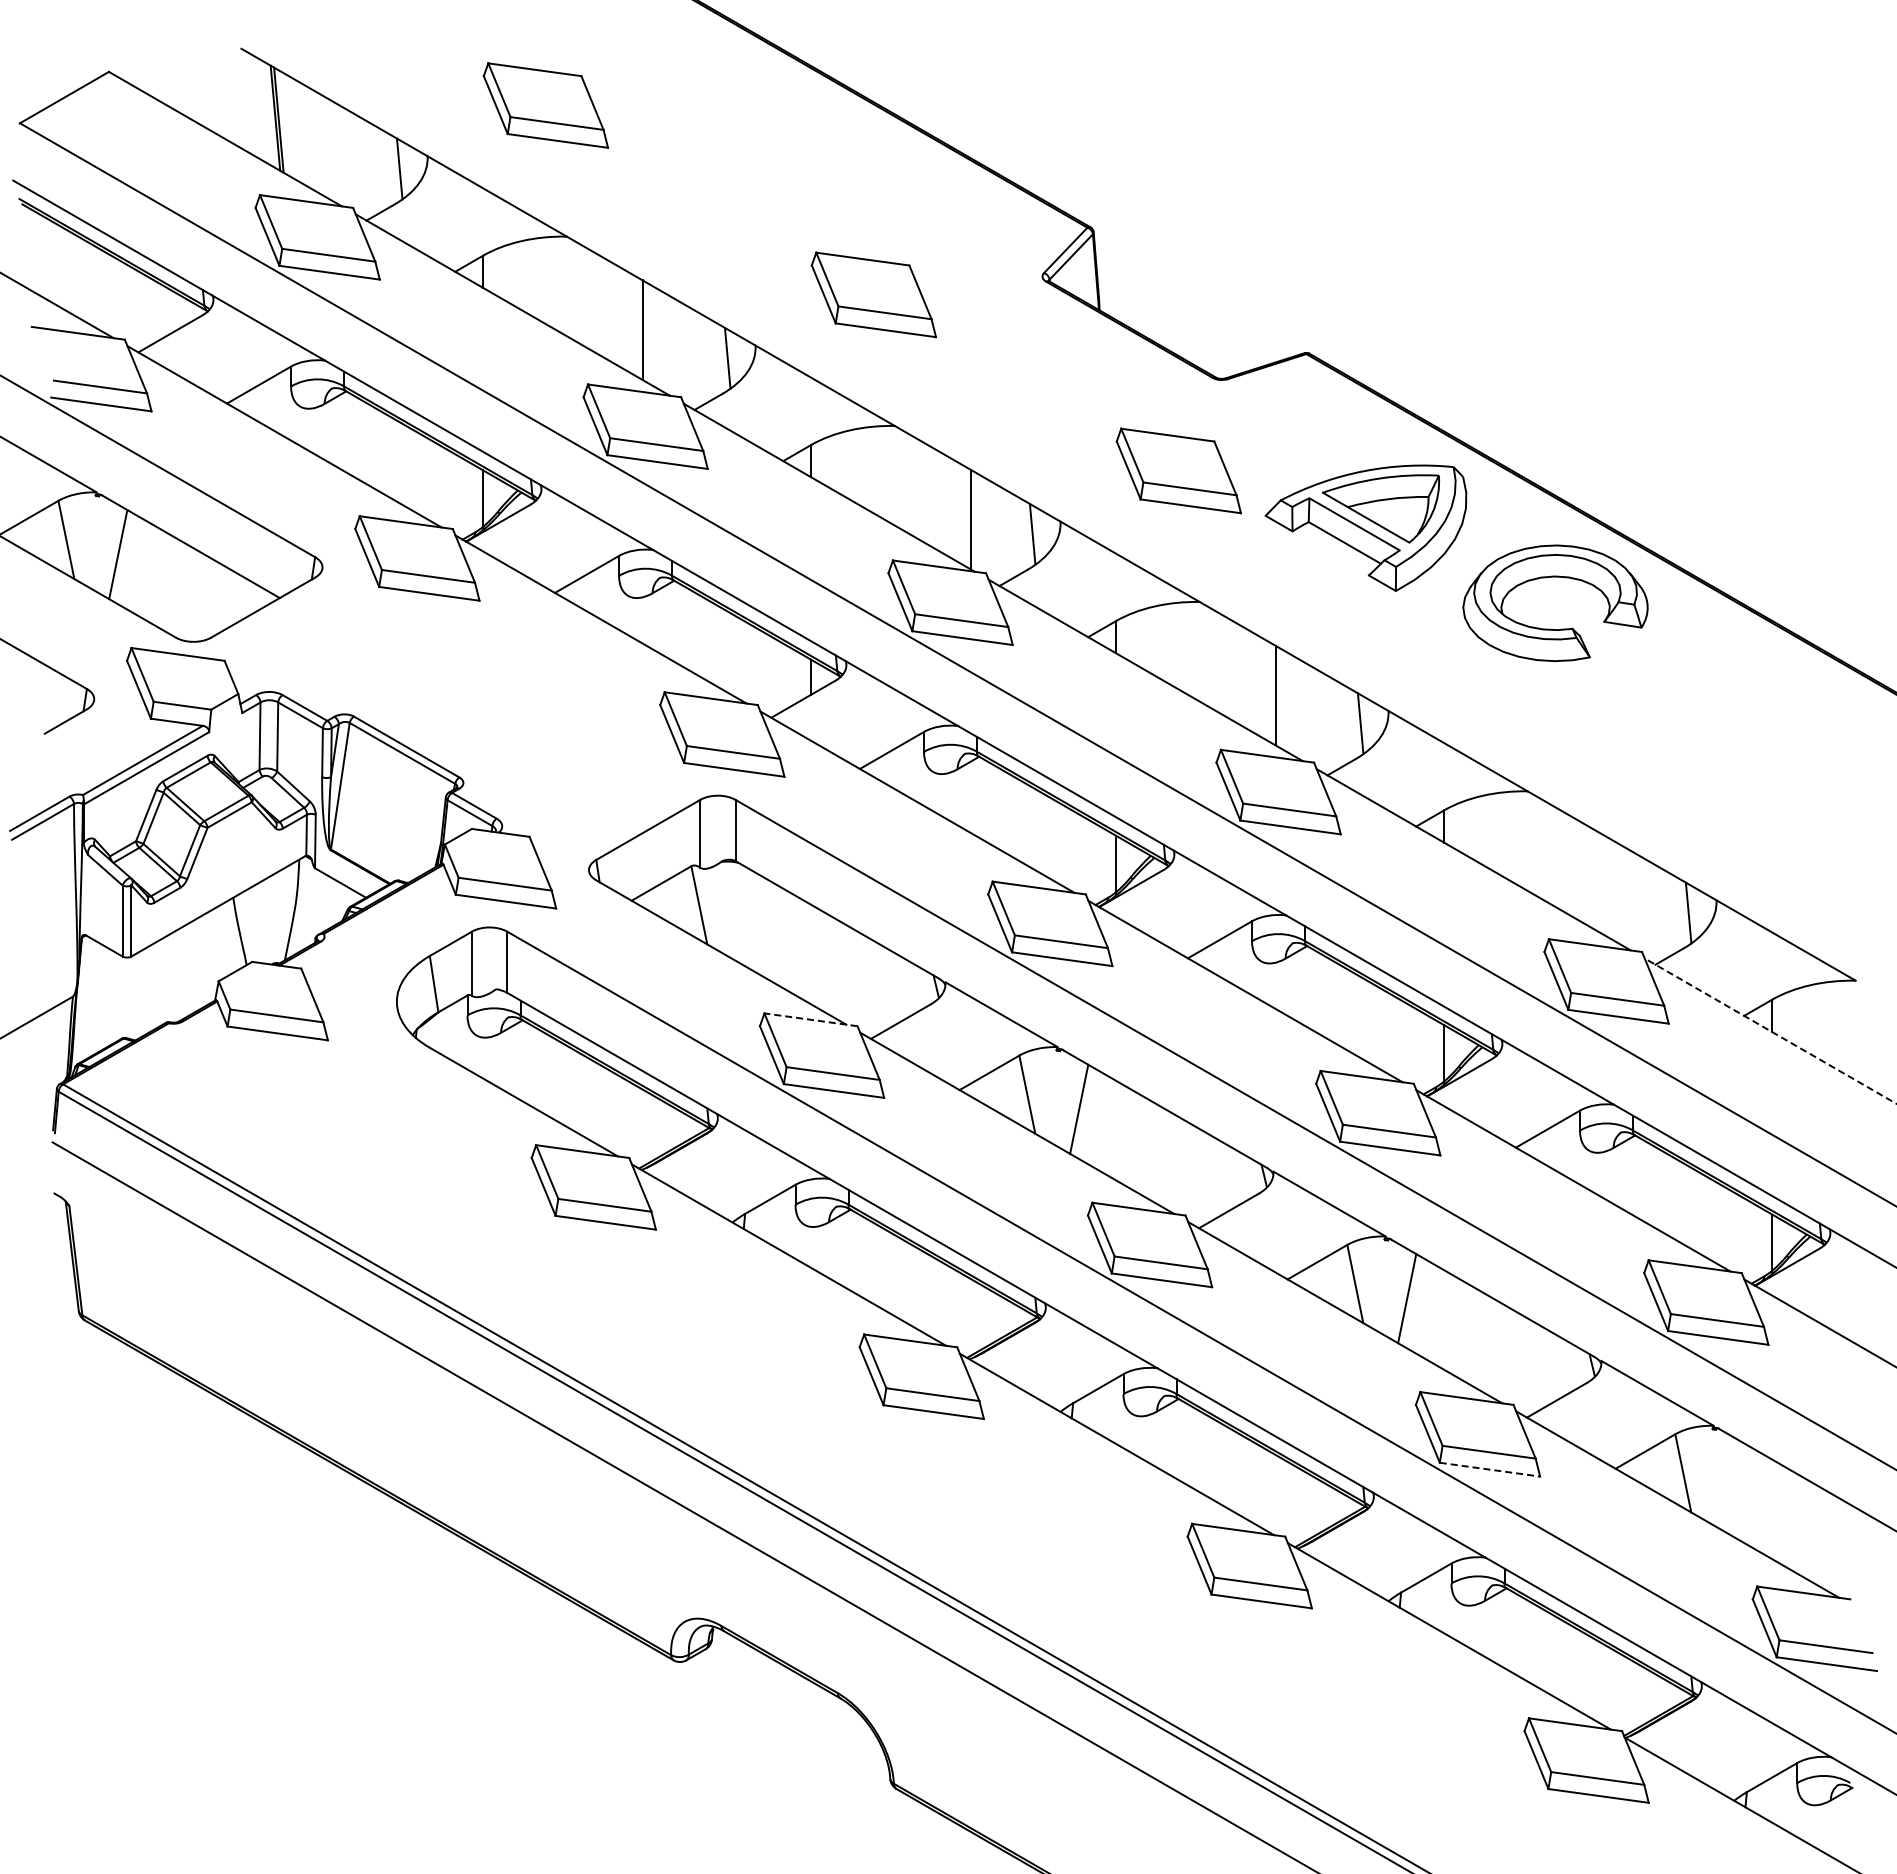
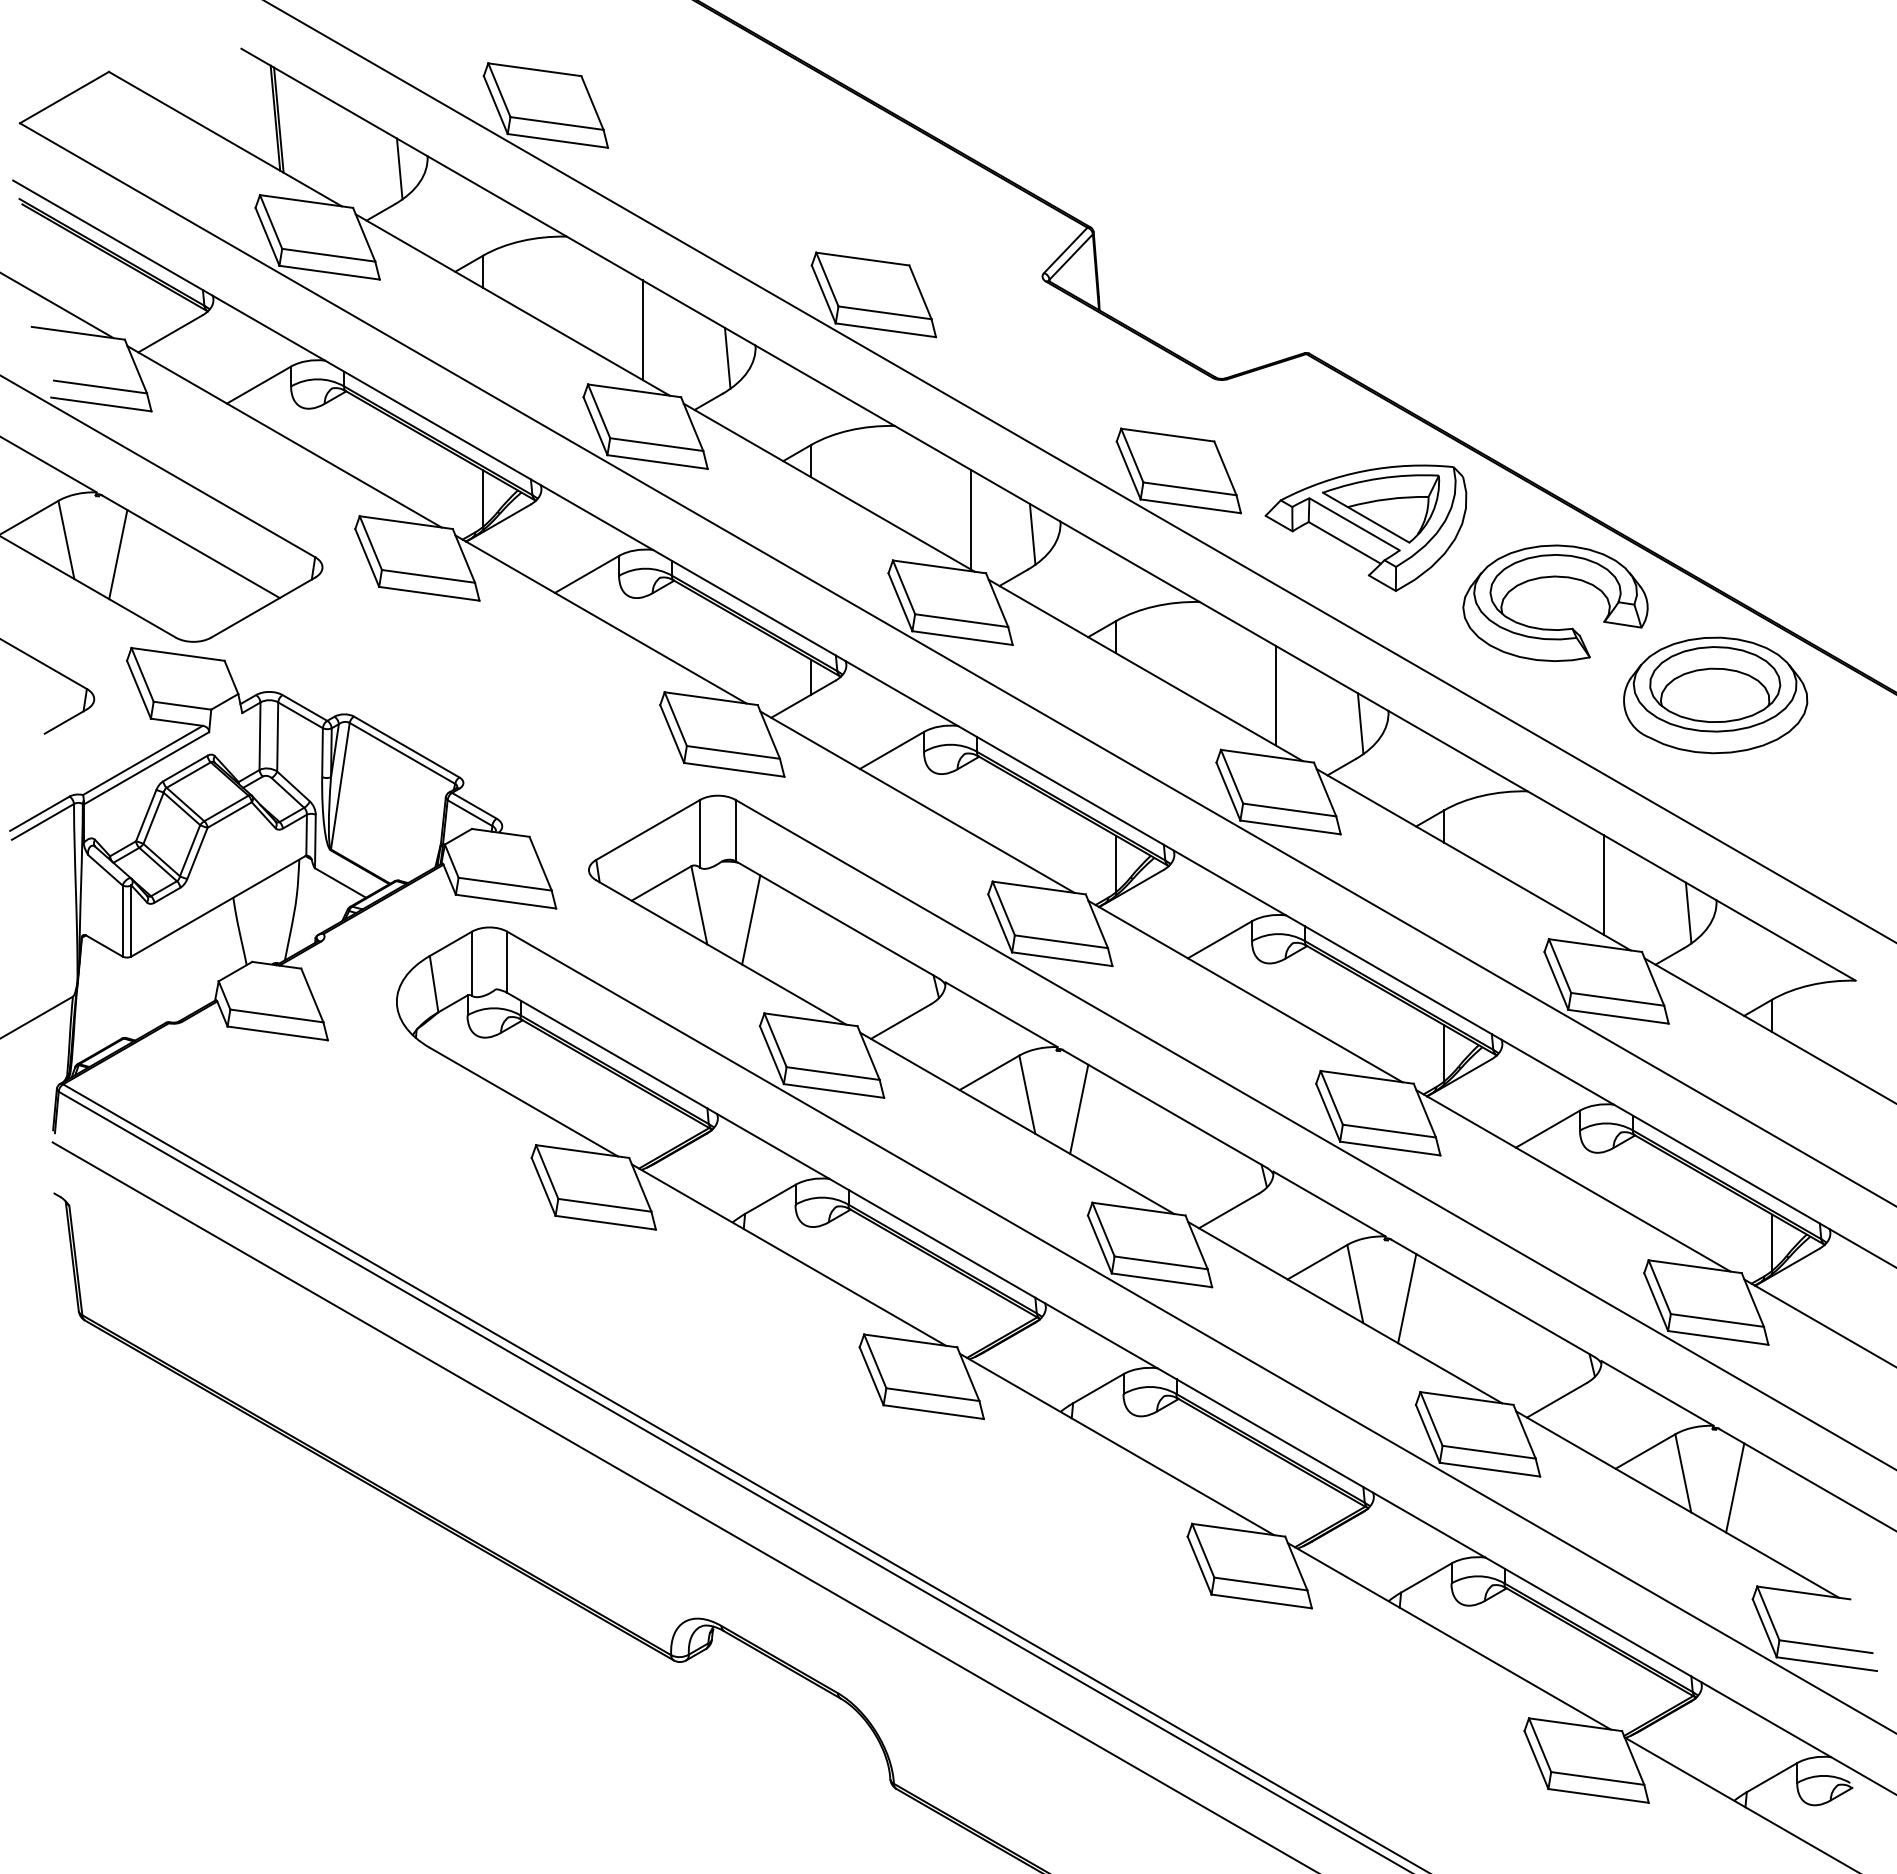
line at (1080, 471): none -> present
part at (1715, 695): none -> present
line at (1603, 884): none -> present
line at (751, 919): none -> present
line at (810, 1019): dashed -> solid
line at (1770, 1030): dashed -> solid
line at (1490, 1469): dashed -> solid
line at (1735, 1487): none -> present
